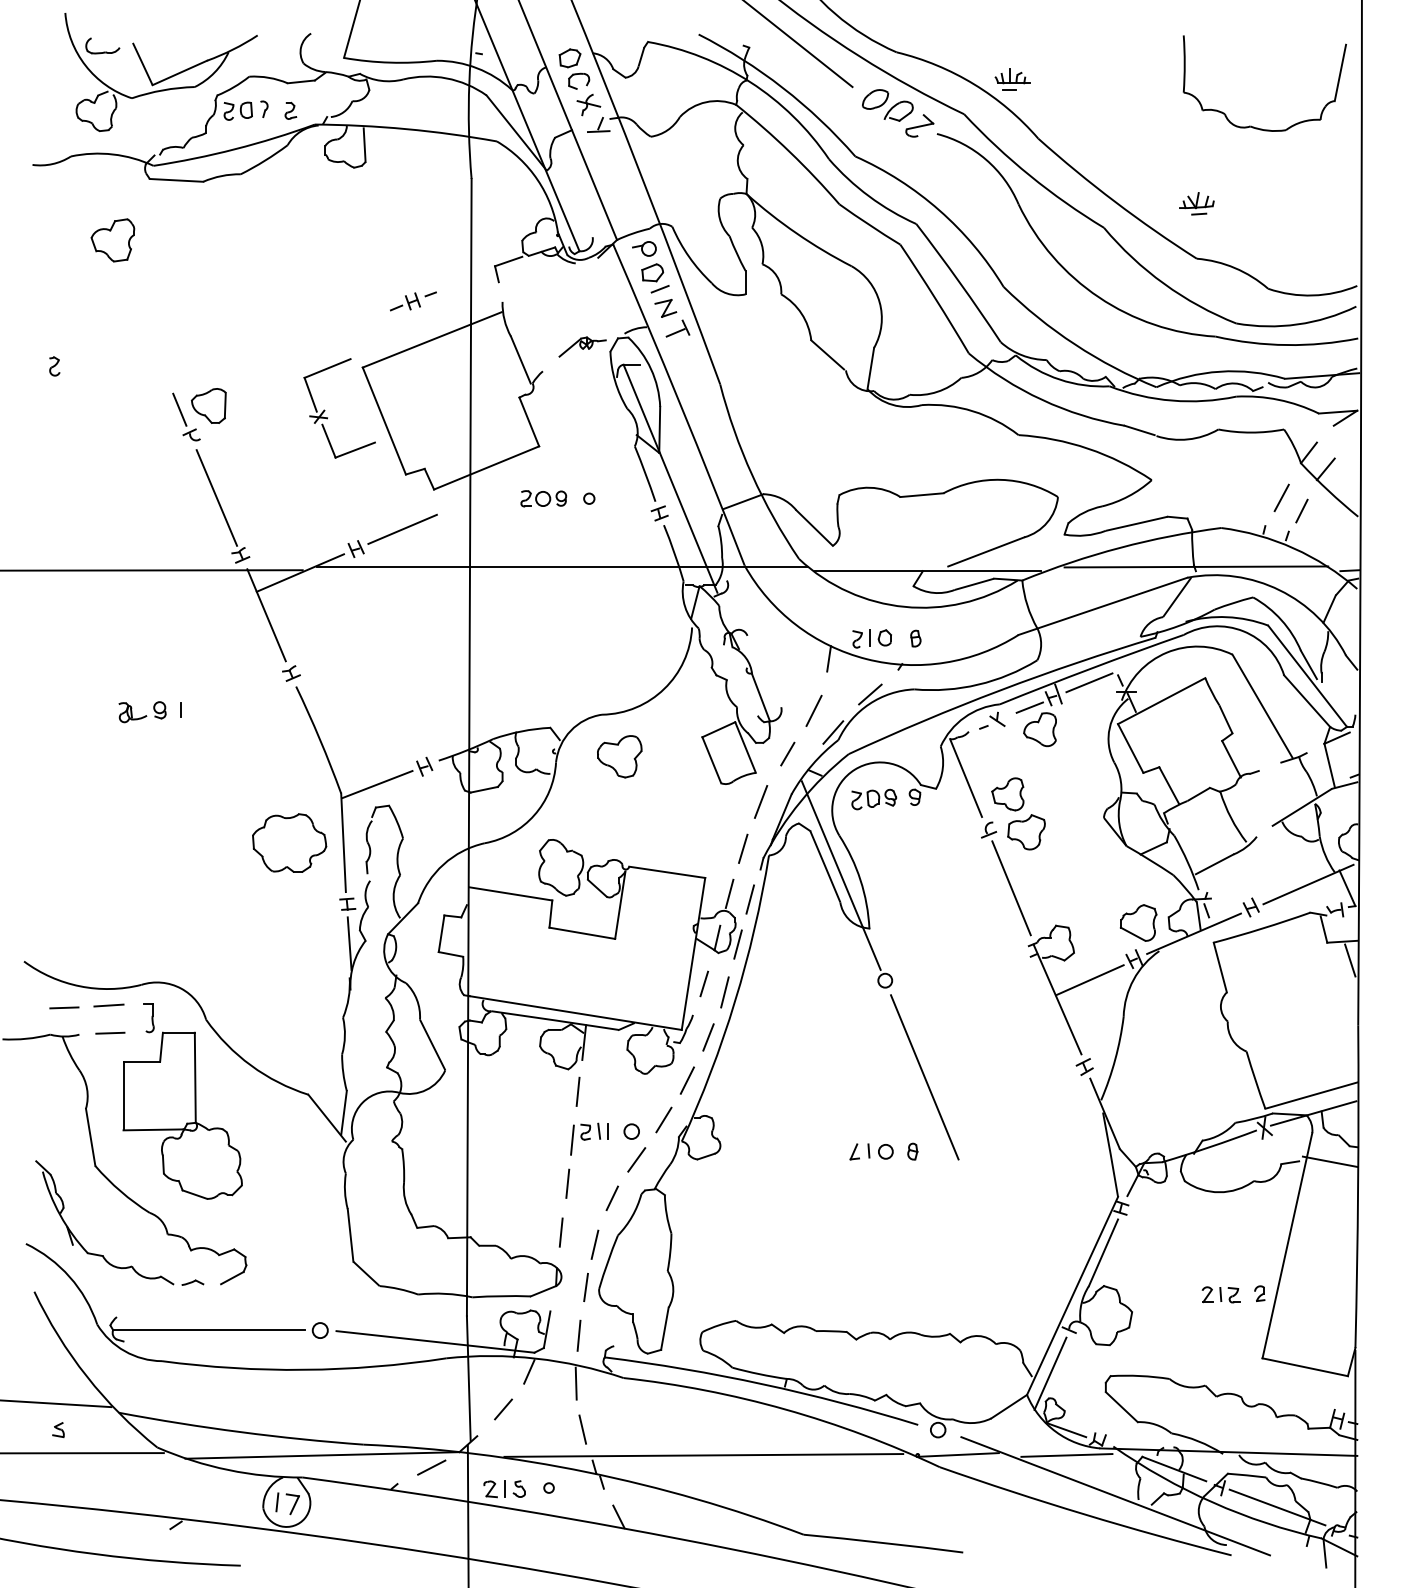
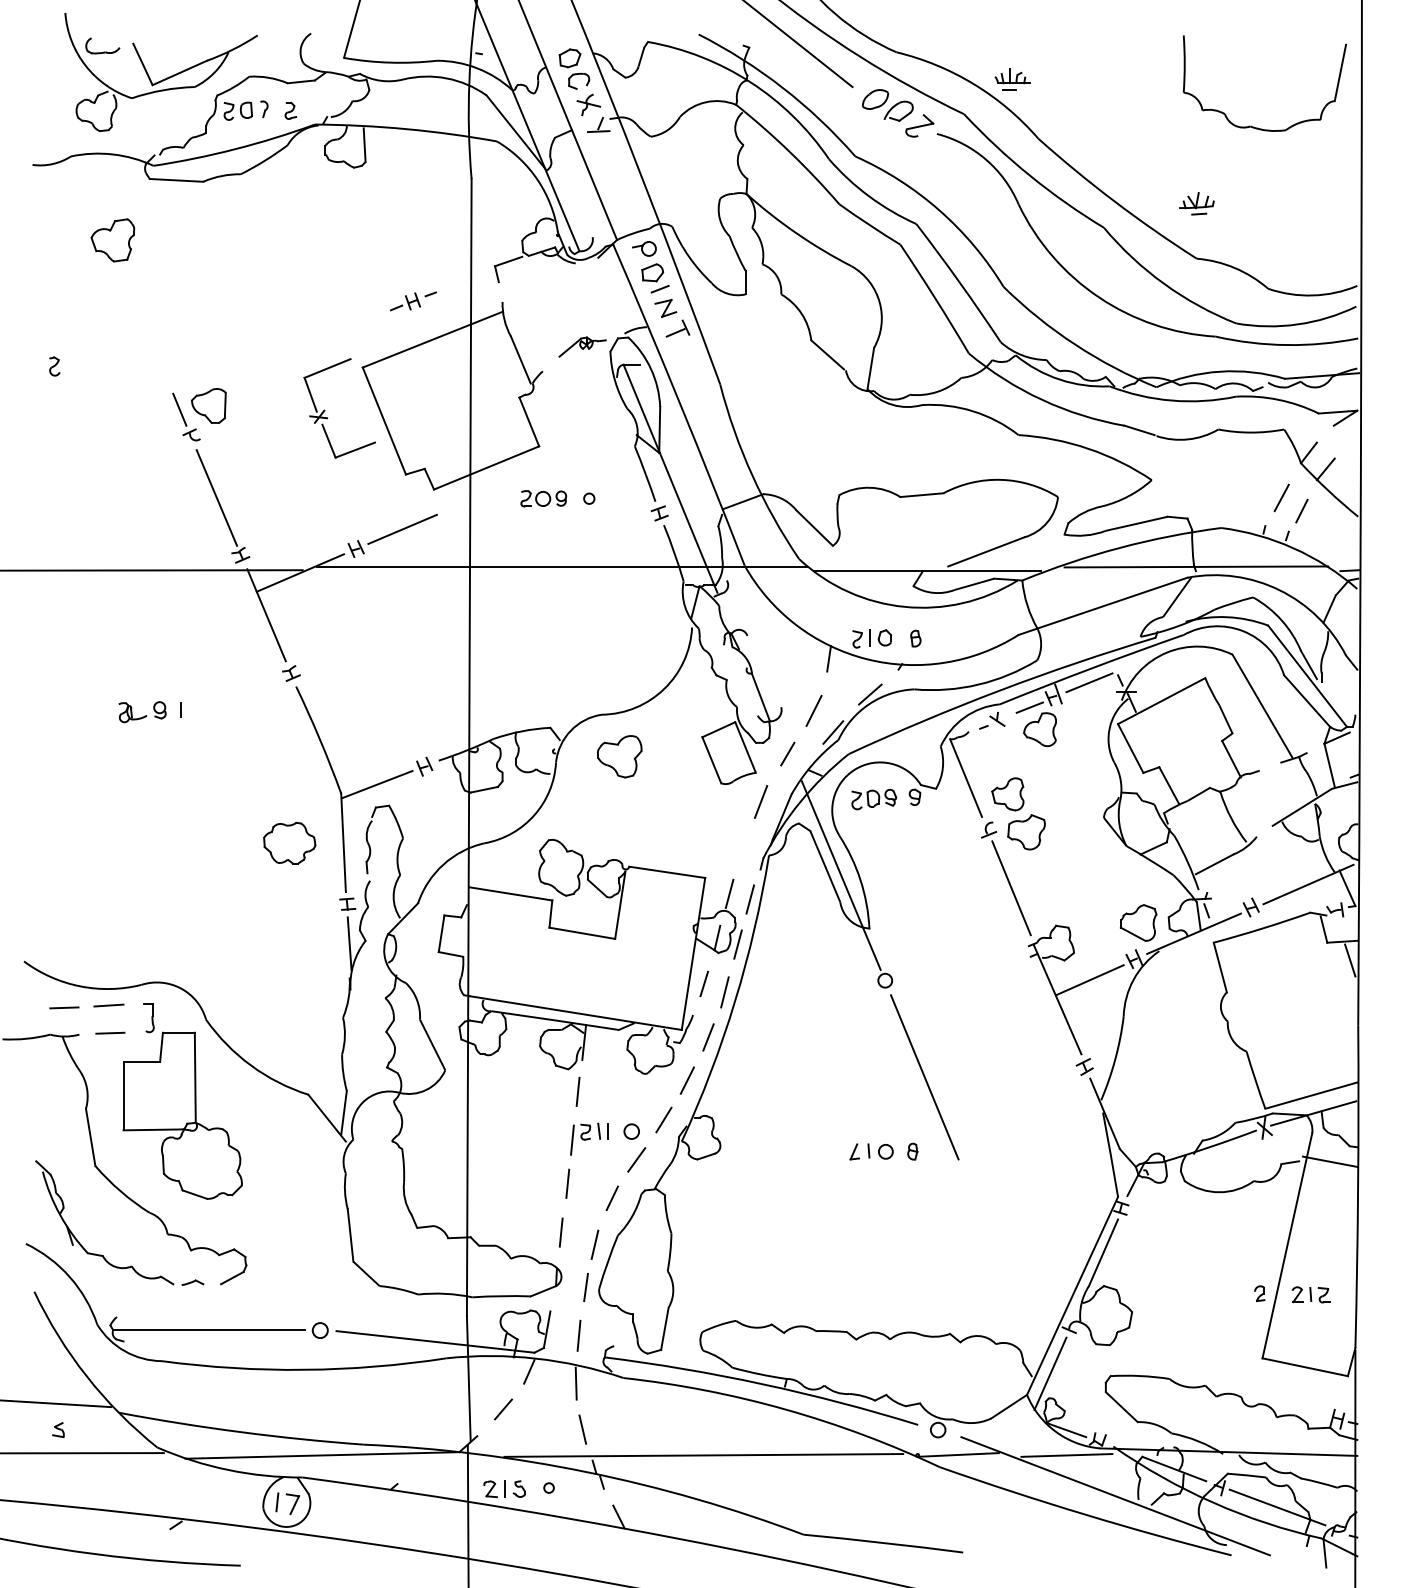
part at (289, 842) size: 76x60 px -> 54x44 px
line at (743, 848): present -> none
part at (1220, 1294) position: (1220, 1294) -> (1310, 1294)
line at (431, 1467): present -> none
